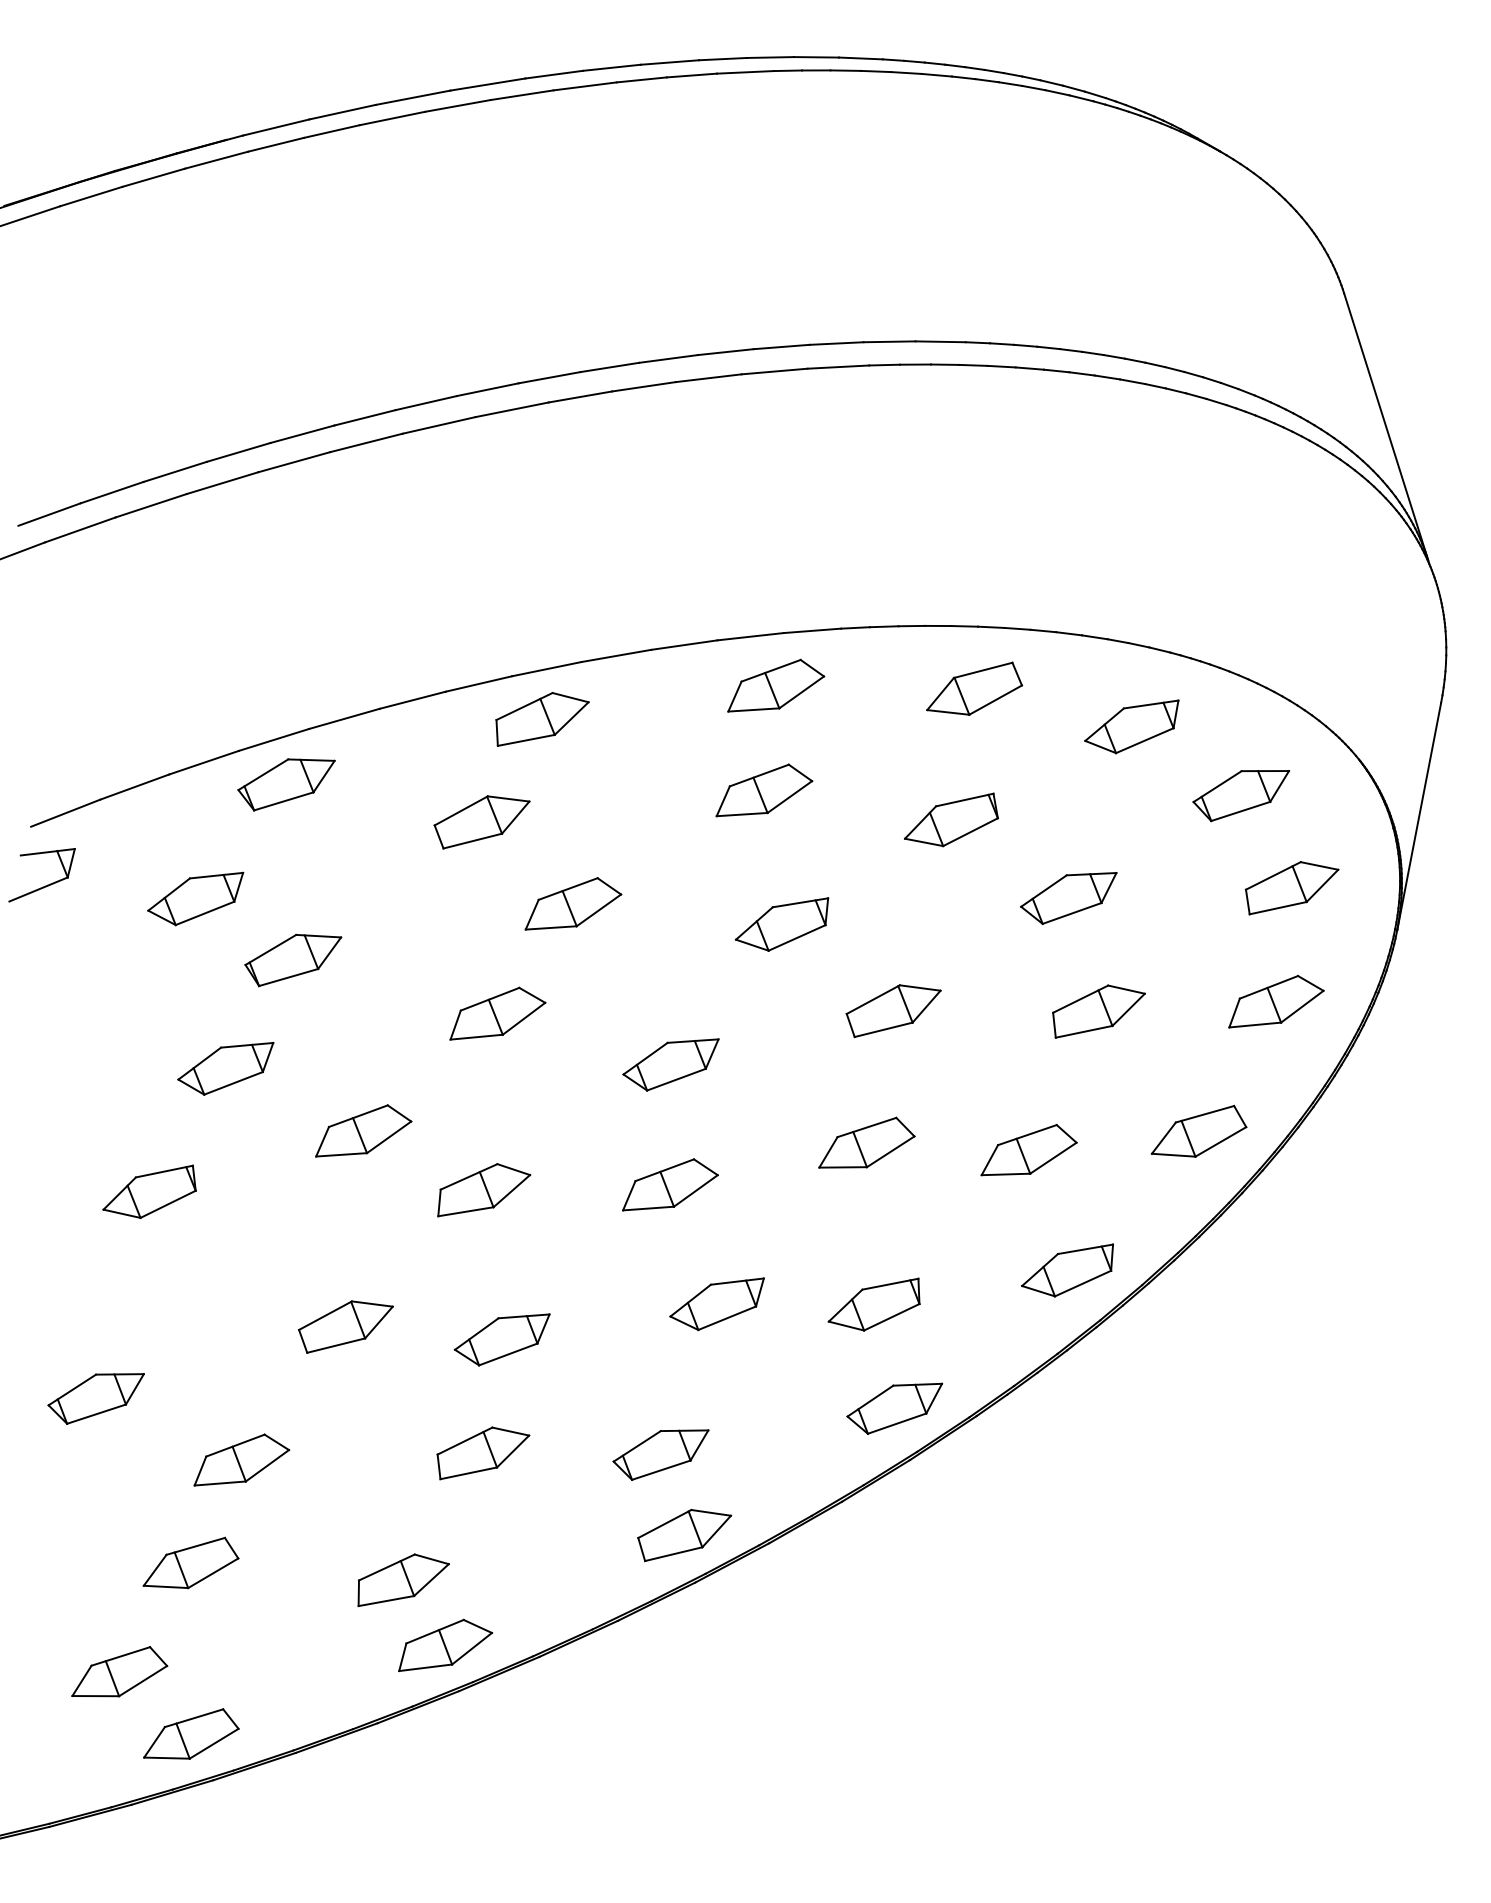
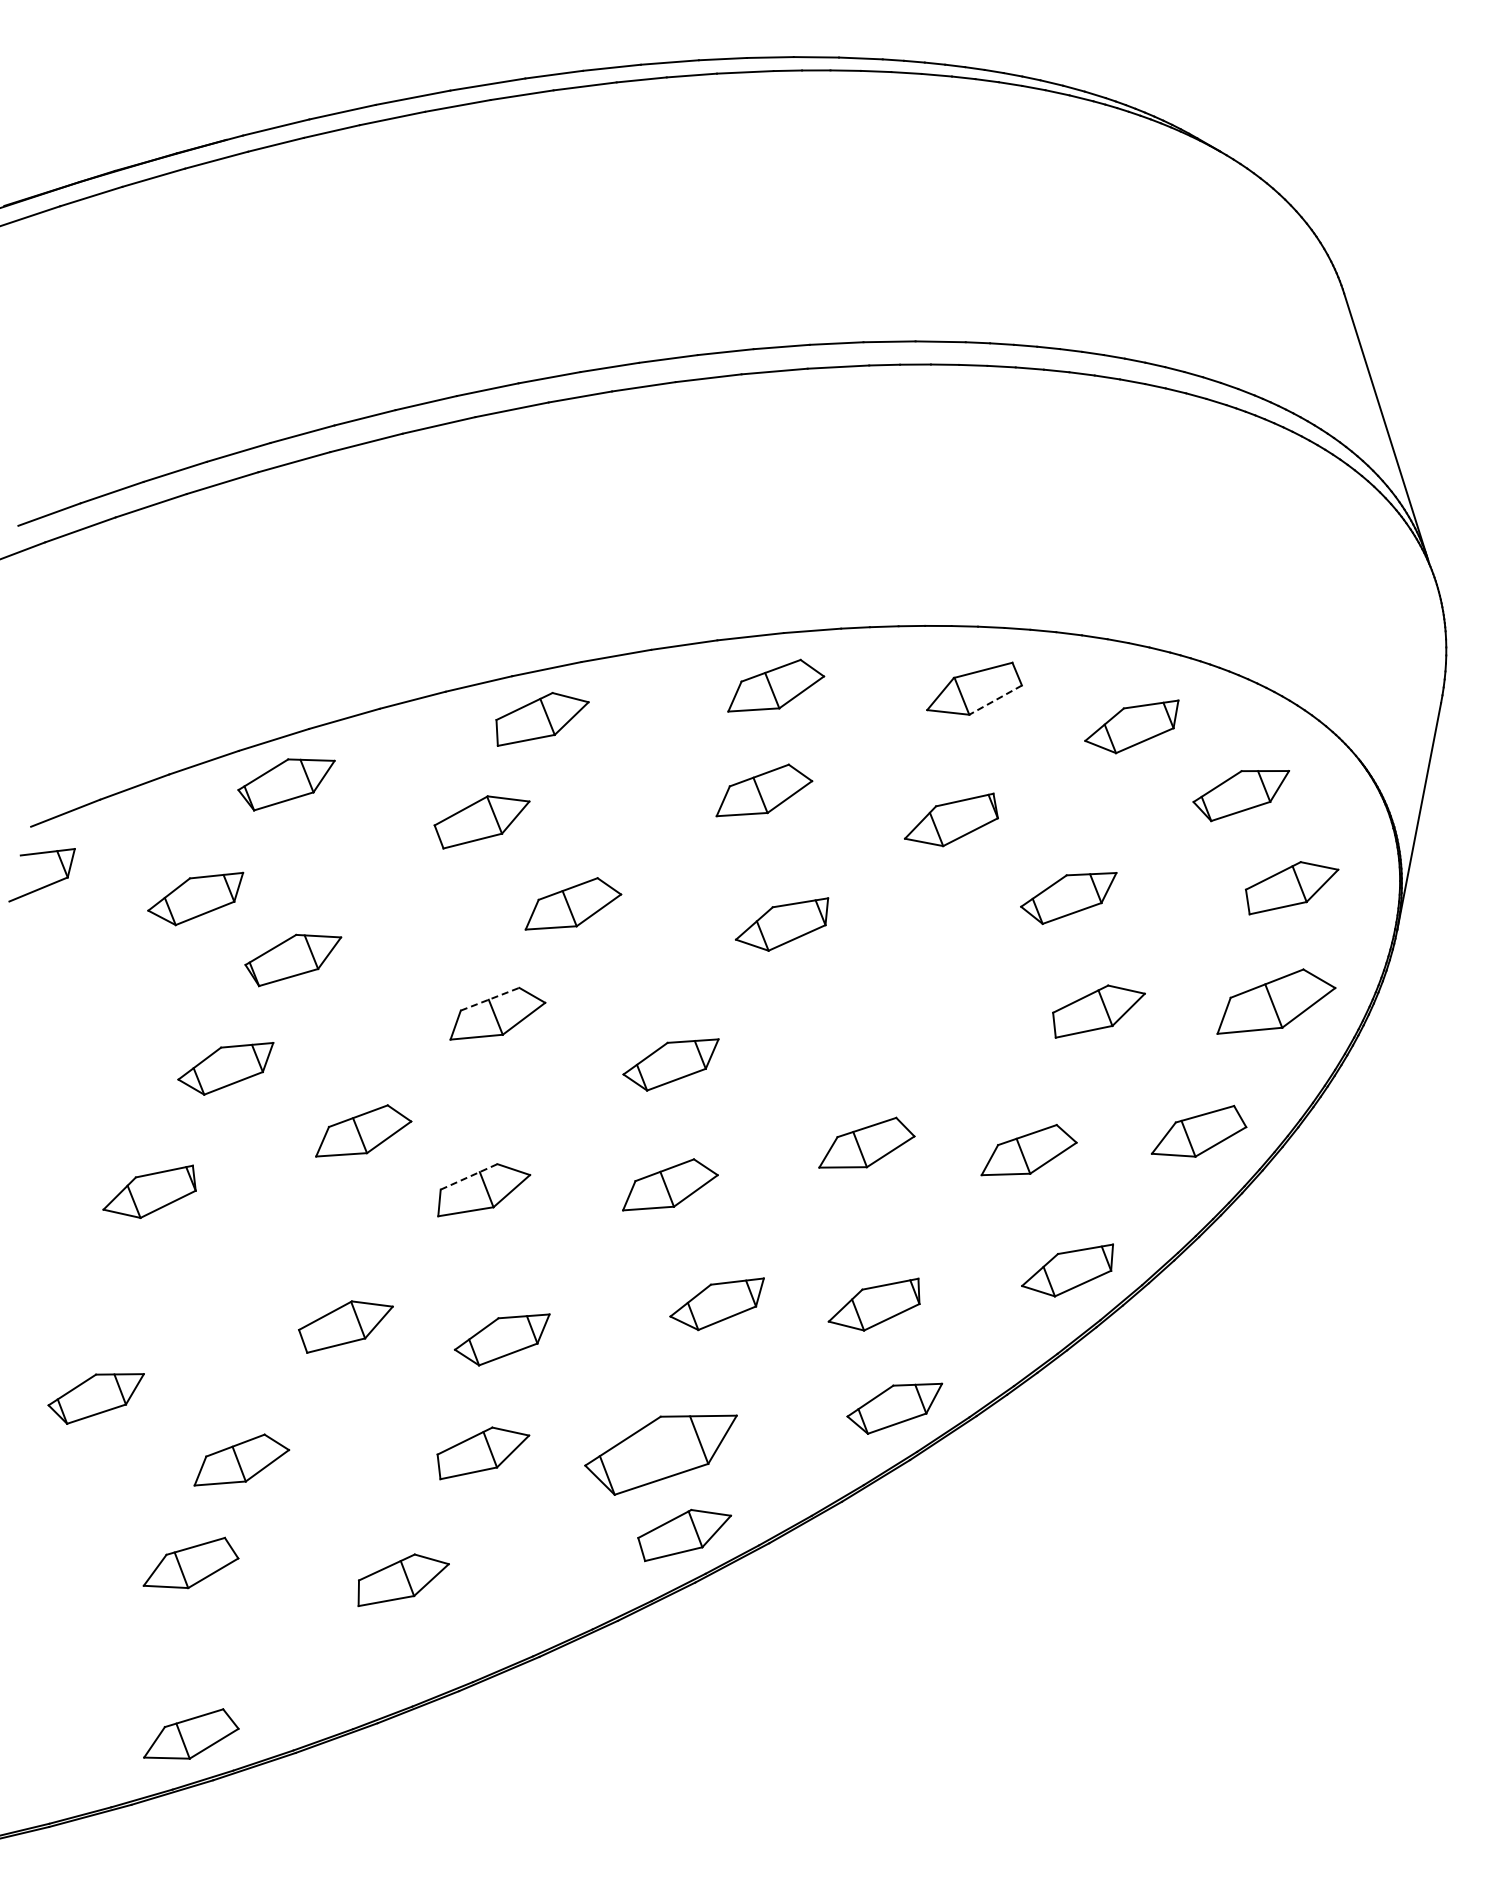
line at (995, 700): solid -> dashed
line at (490, 999): solid -> dashed
part at (1276, 1001) size: 97x54 px -> 121x67 px
part at (893, 1011): present -> none
line at (469, 1176): solid -> dashed
part at (660, 1454) size: 98x52 px -> 154x82 px
part at (445, 1644): present -> none
part at (119, 1671): present -> none
